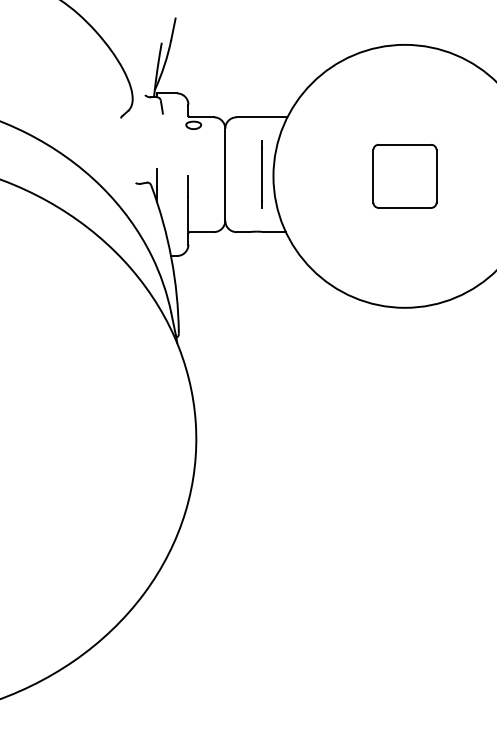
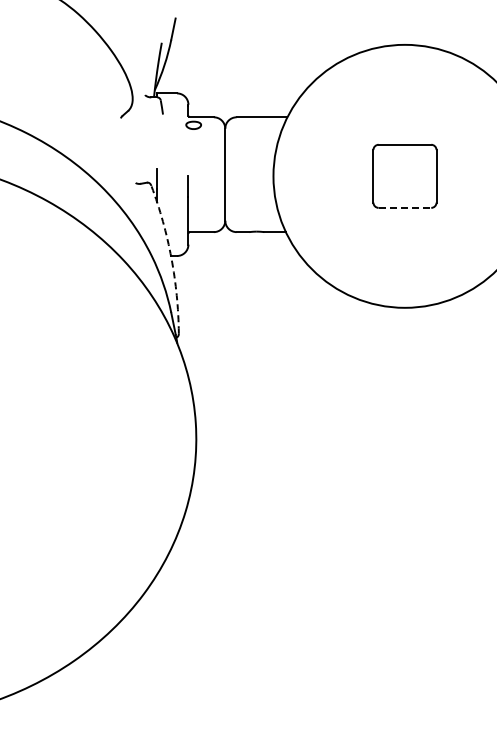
line at (261, 174): present -> none
line at (405, 207): solid -> dashed
arc at (171, 258): solid -> dashed
